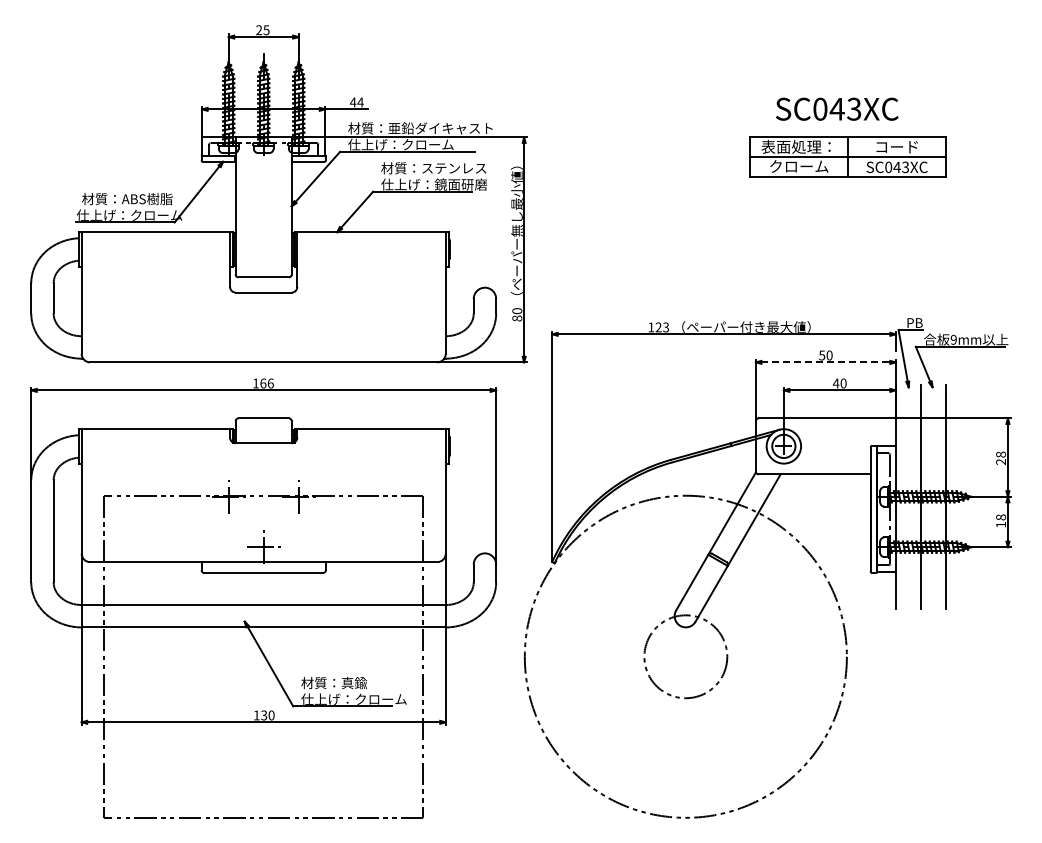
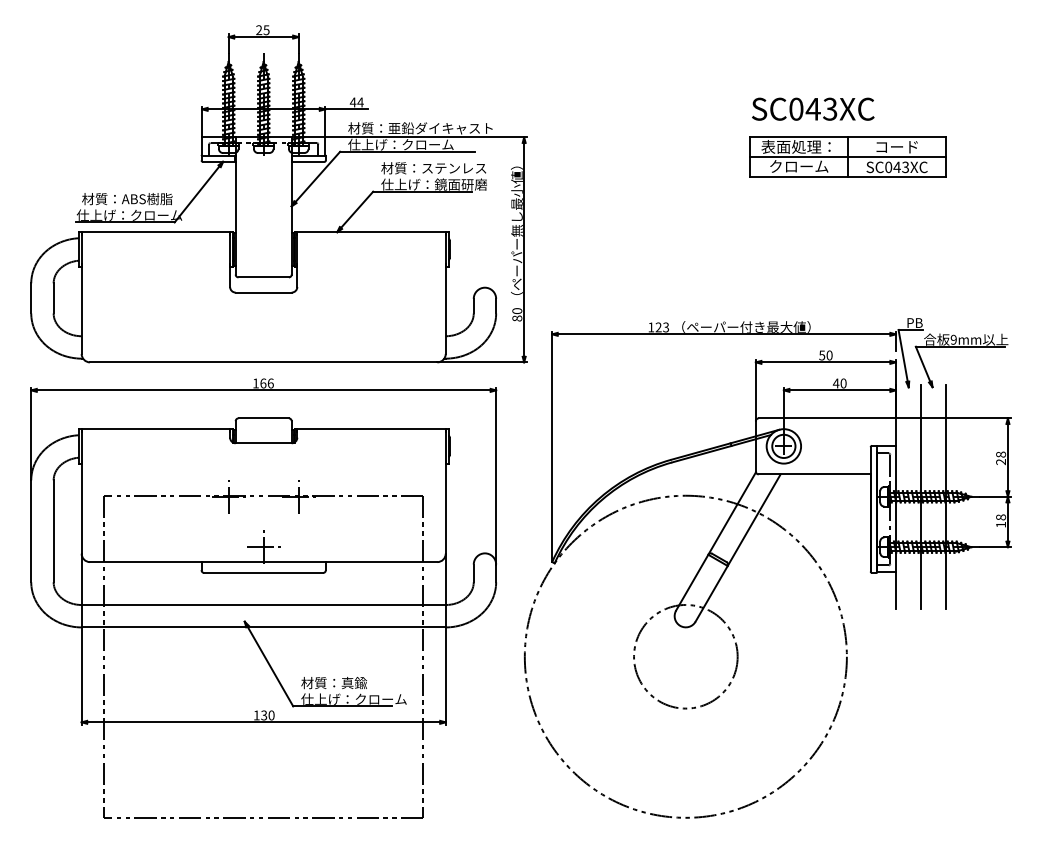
text at (837, 108) position: (837, 108) -> (813, 108)
line at (826, 362): dashed -> solid
circle at (685, 656) diameter: 83 px -> 104 px
